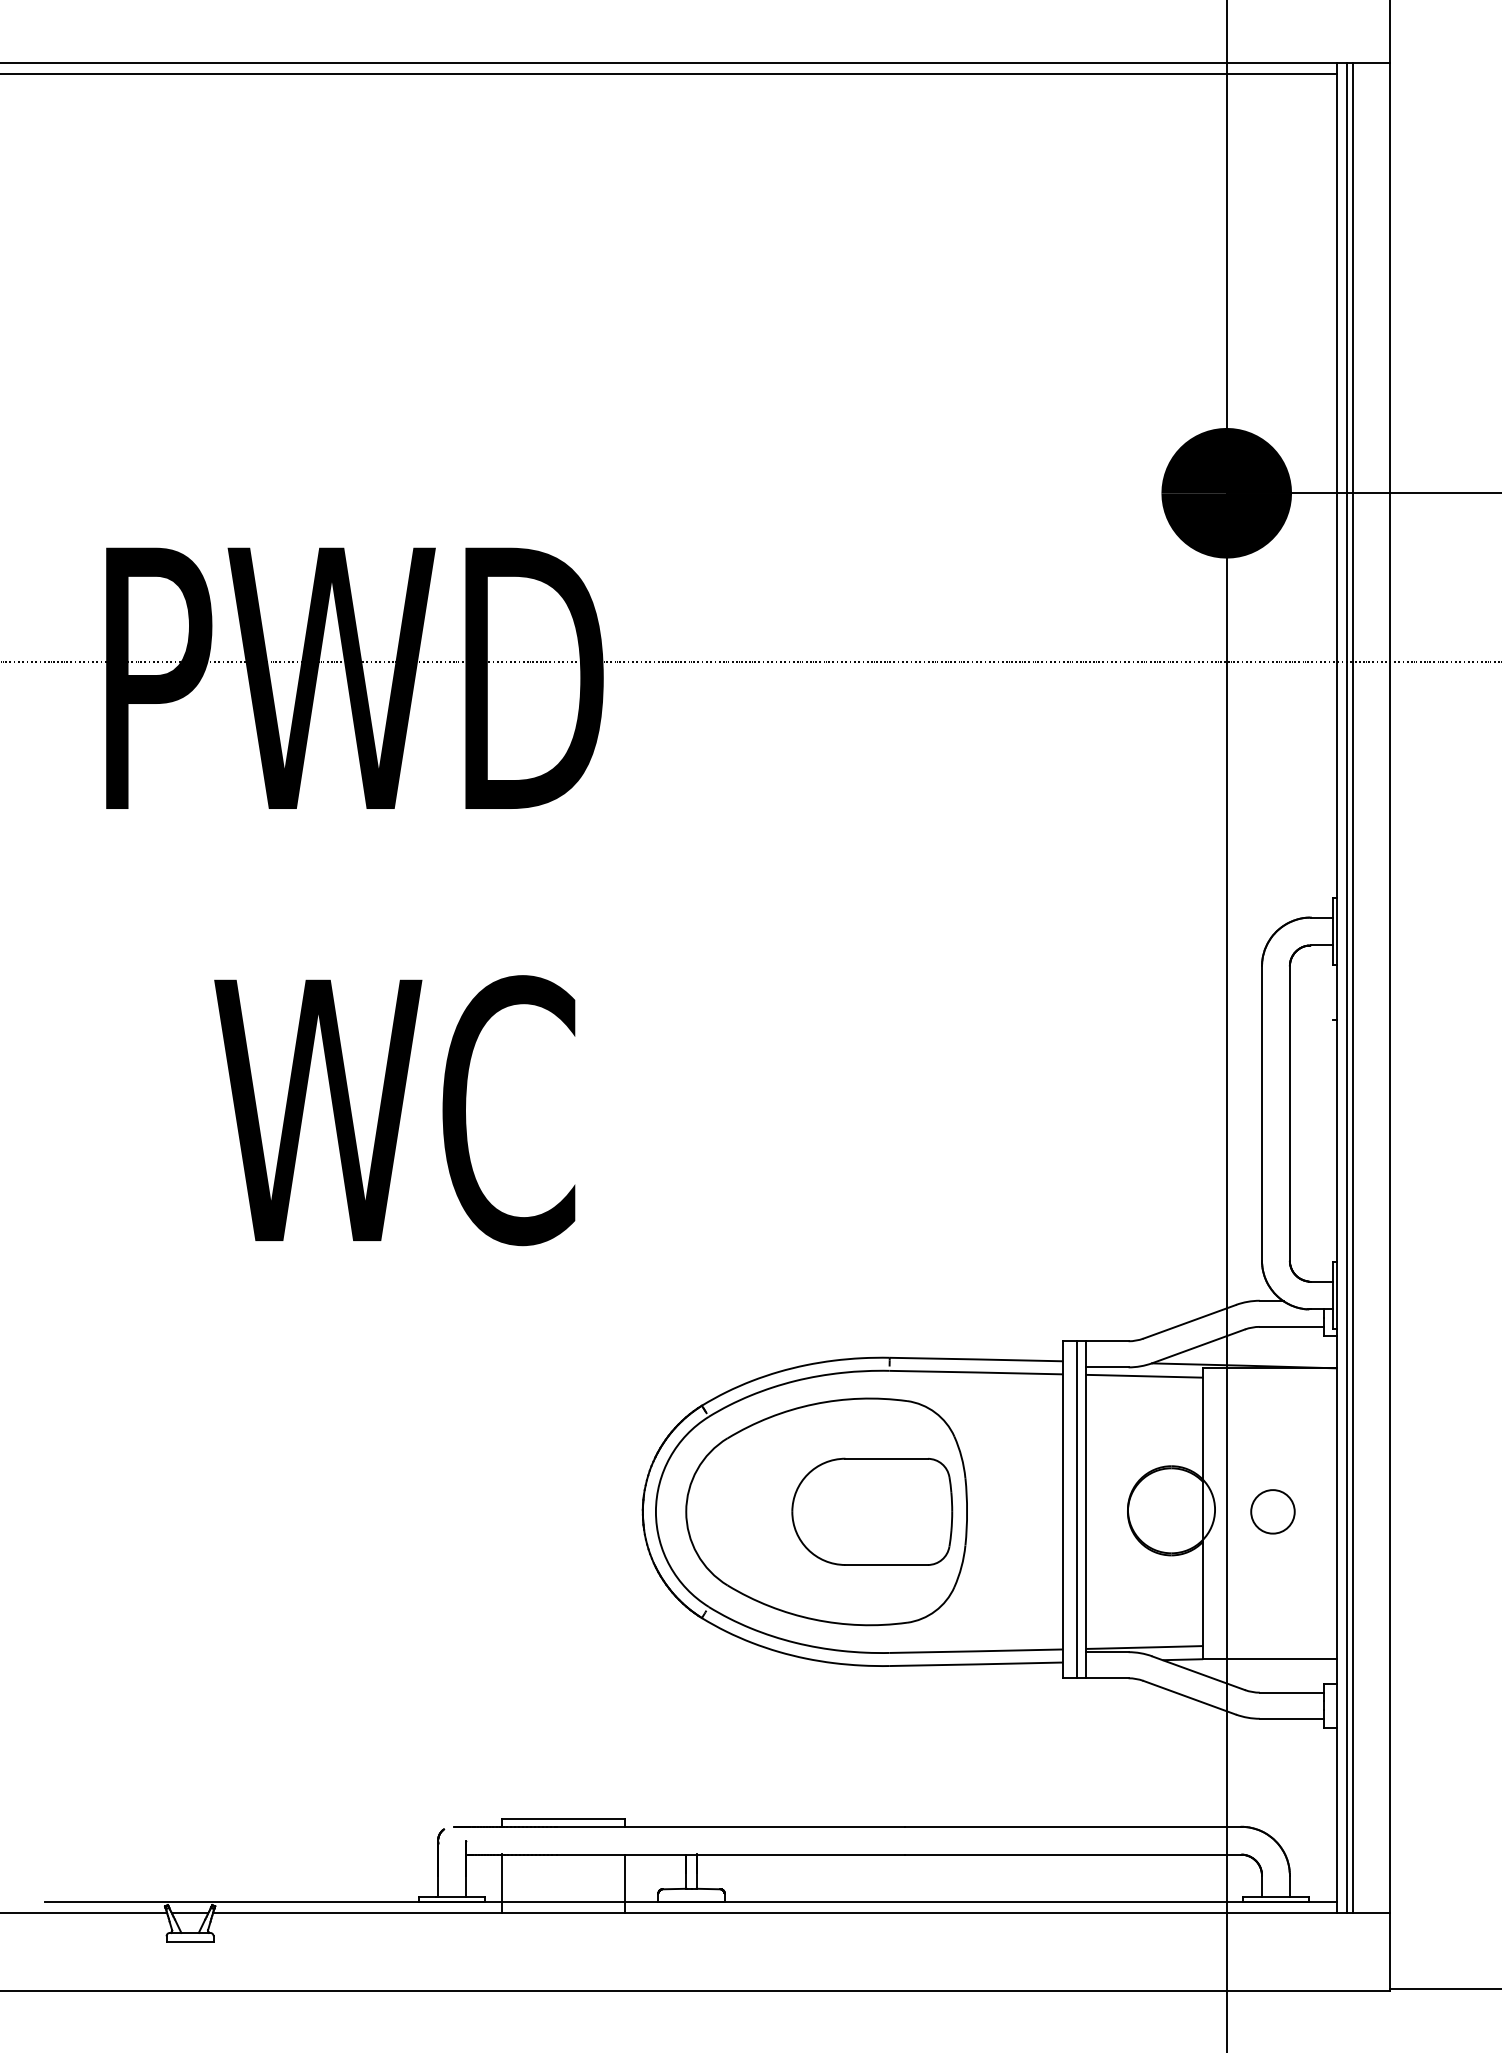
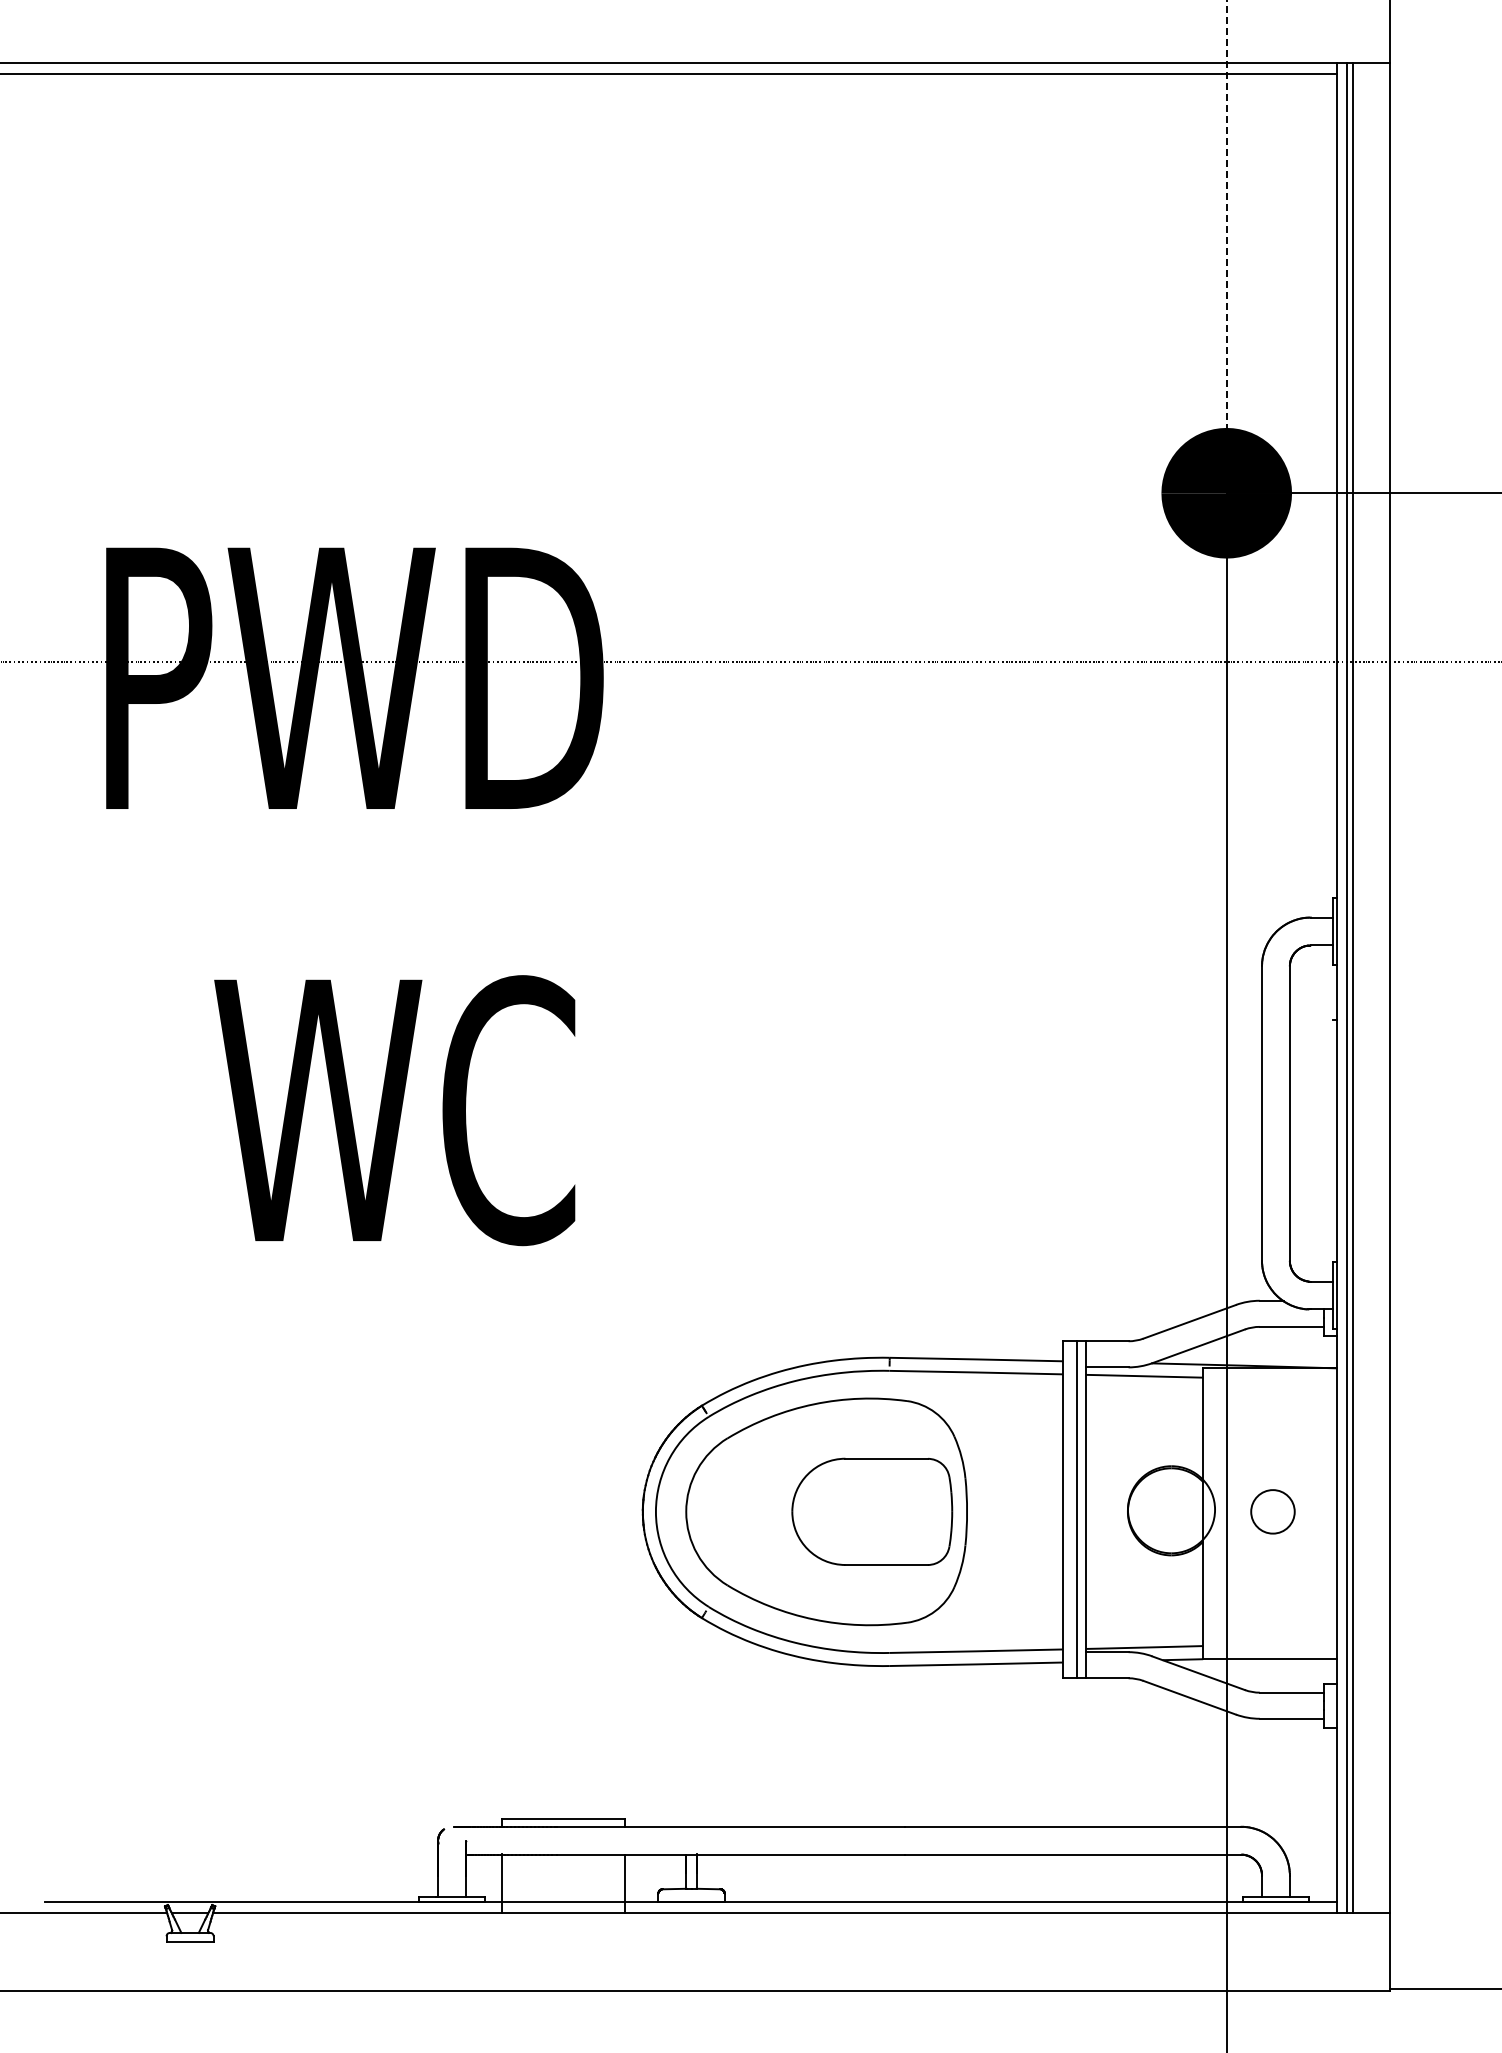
line at (1226, 247): solid -> dashed
